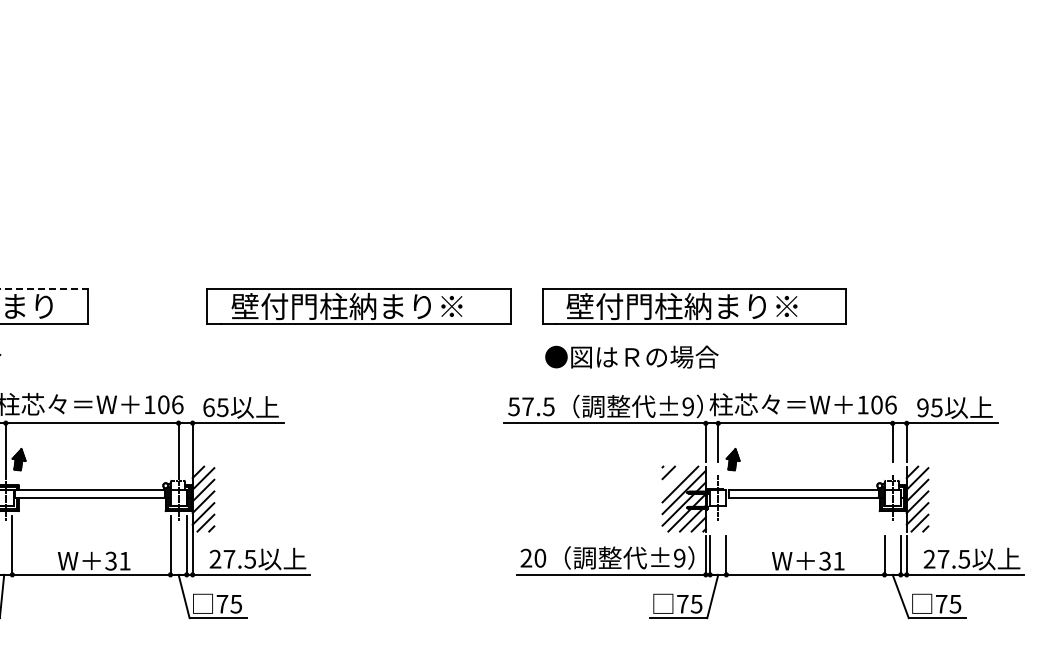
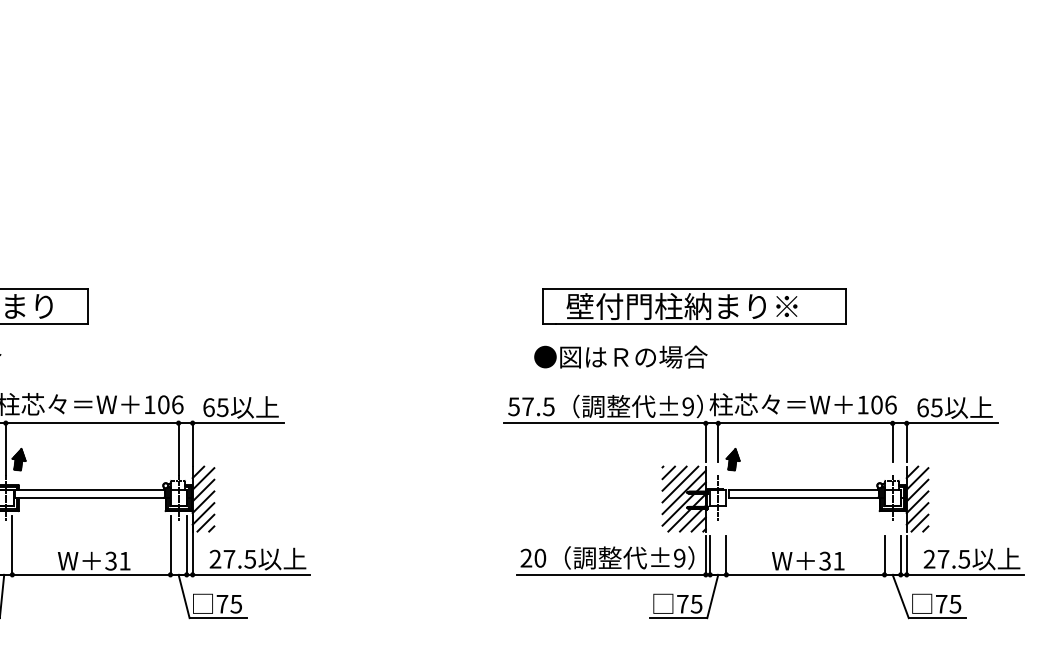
line at (44, 288): dashed -> solid
part at (359, 306): present -> none
text at (631, 356) position: (631, 356) -> (620, 356)
text at (922, 407): 95 -> 65
line at (674, 478): none -> present
